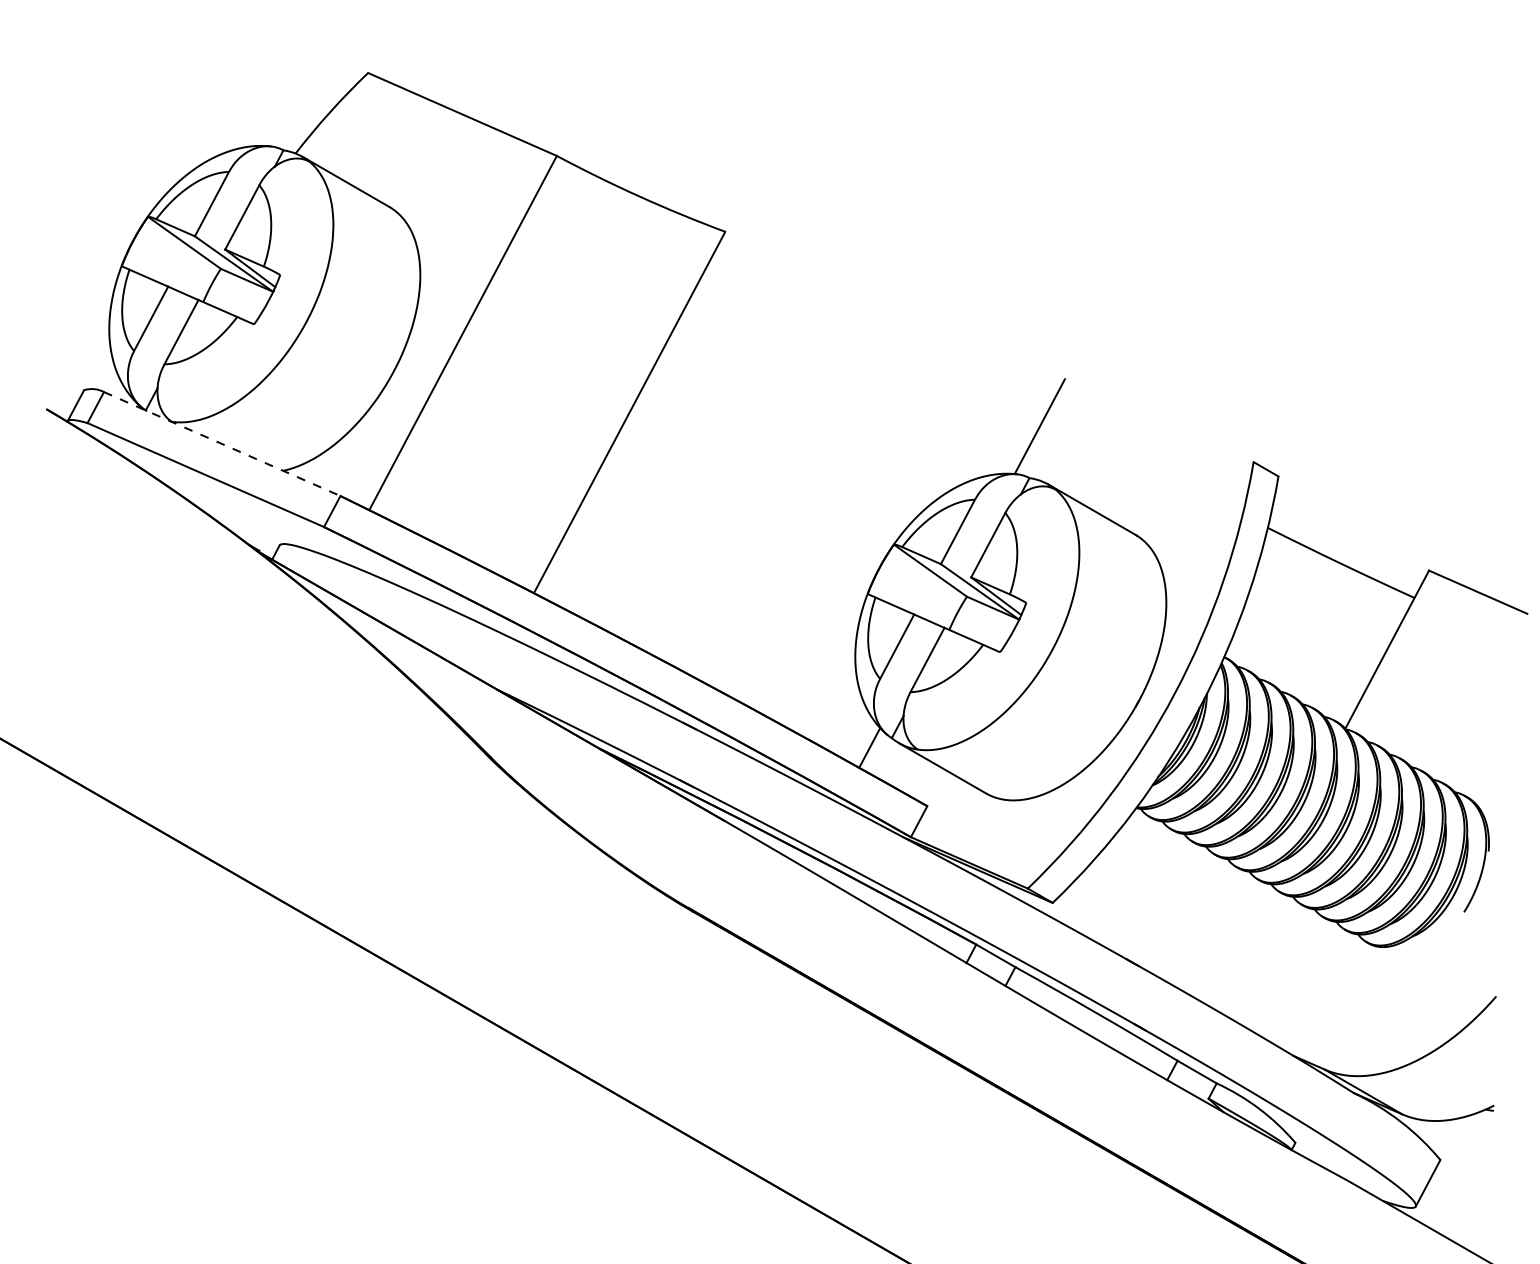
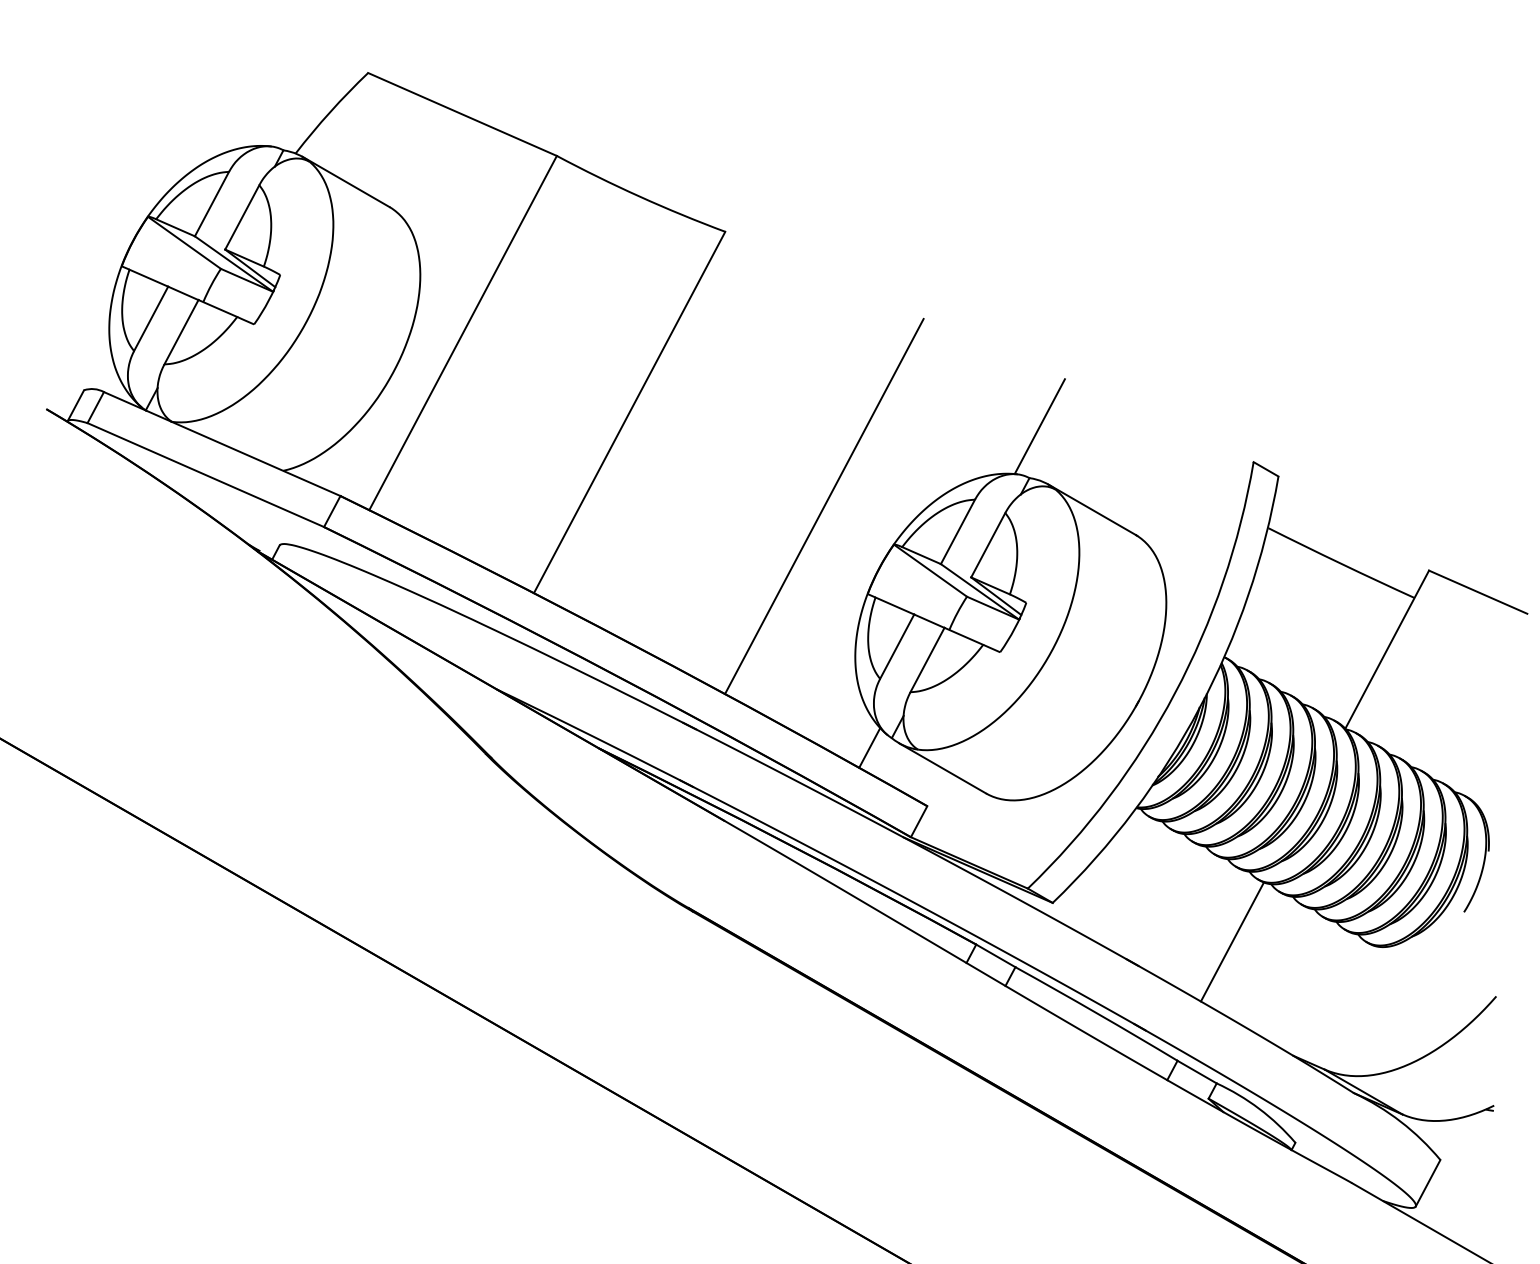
line at (222, 444): dashed -> solid
line at (824, 506): none -> present
line at (1231, 941): none -> present
